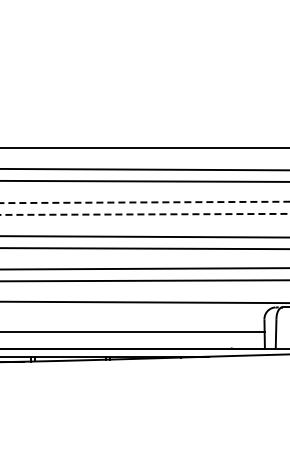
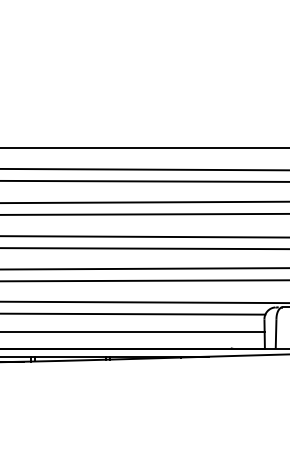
line at (144, 202): dashed -> solid
line at (145, 214): dashed -> solid
line at (133, 313): none -> present
